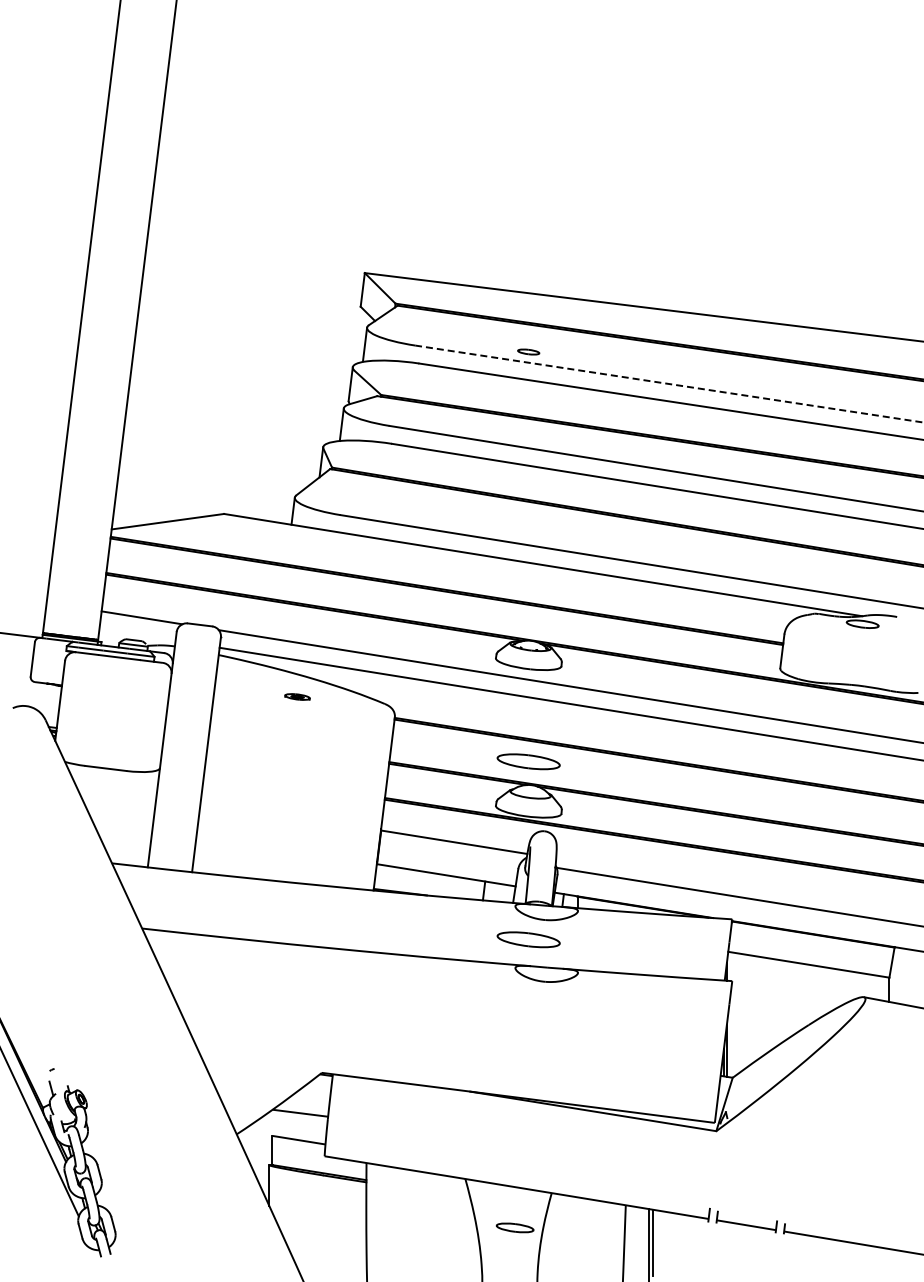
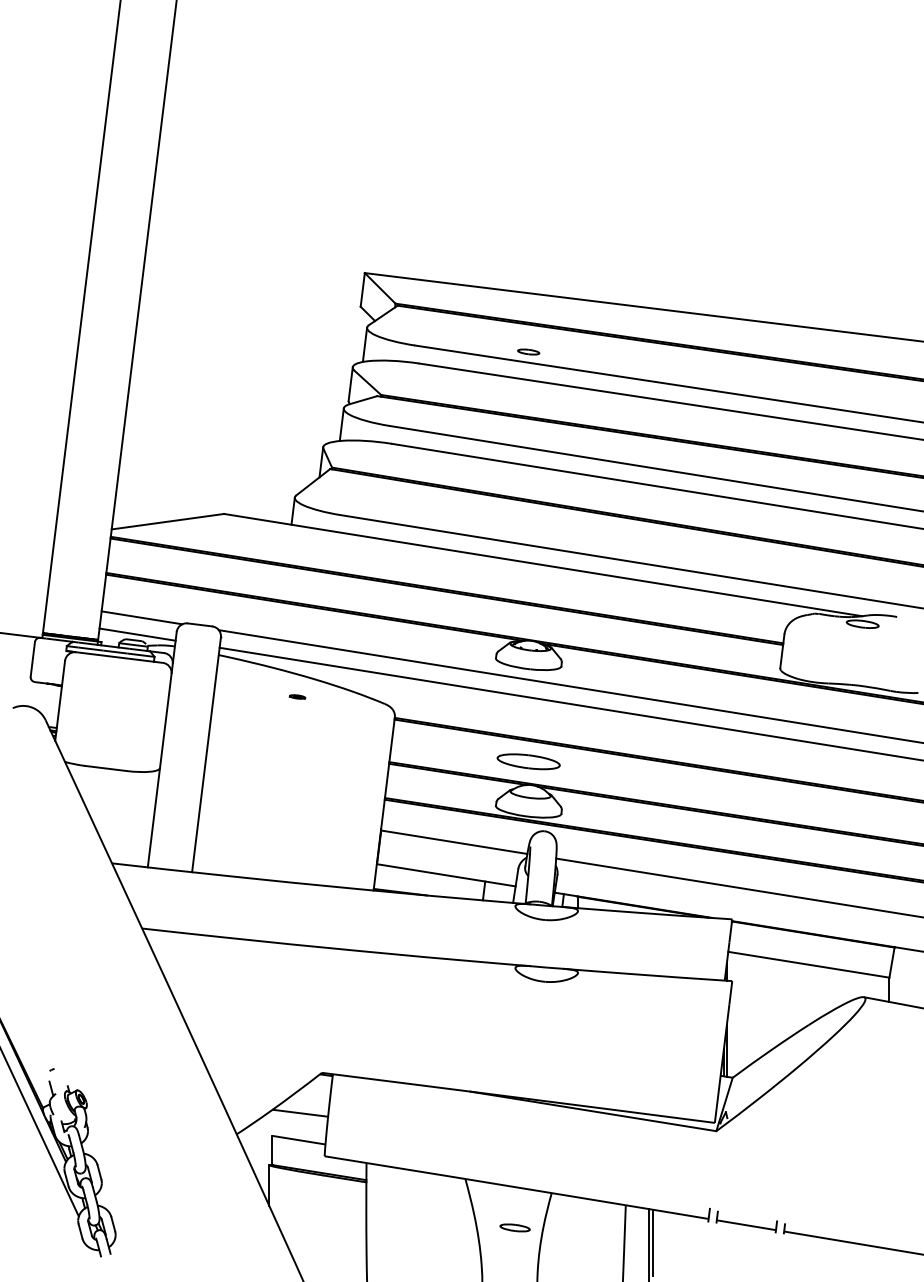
line at (669, 384): dashed -> solid
line at (137, 634): none -> present
part at (297, 696) size: 27x8 px -> 19x6 px
line at (737, 896) position: (737, 896) -> (738, 887)
part at (528, 939): present -> none
part at (514, 1227) size: 40x12 px -> 32x10 px
